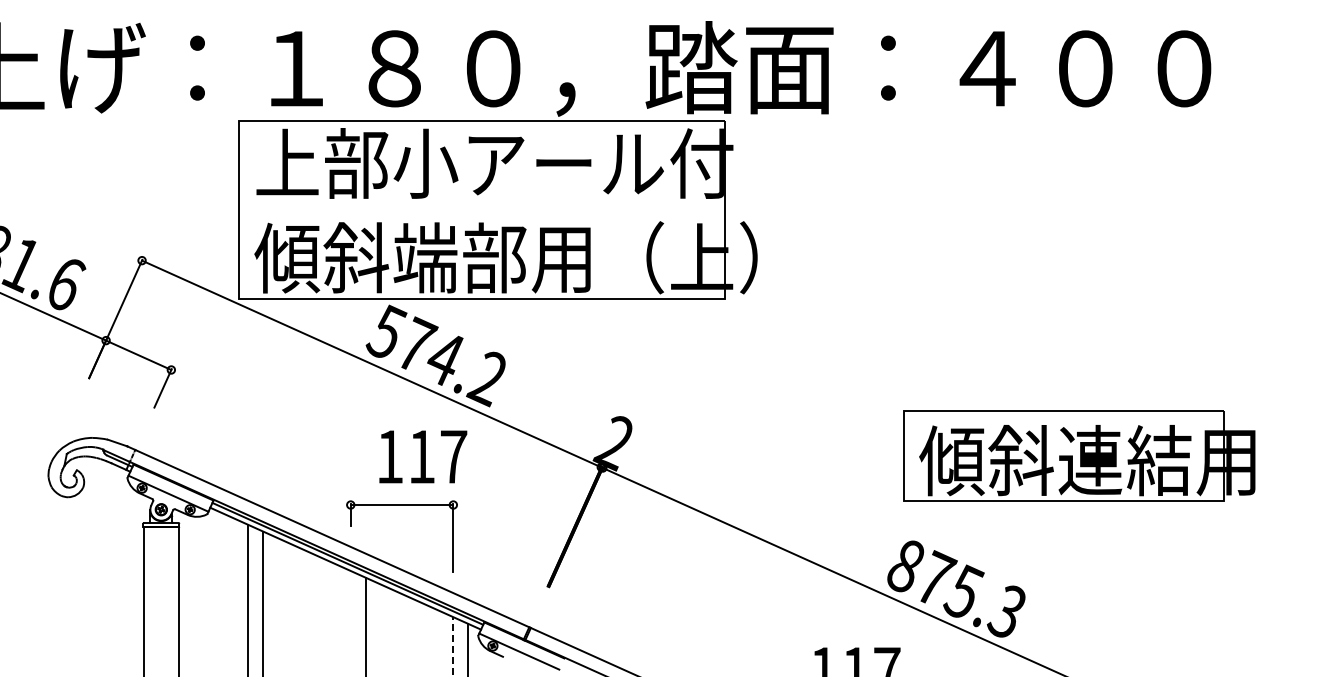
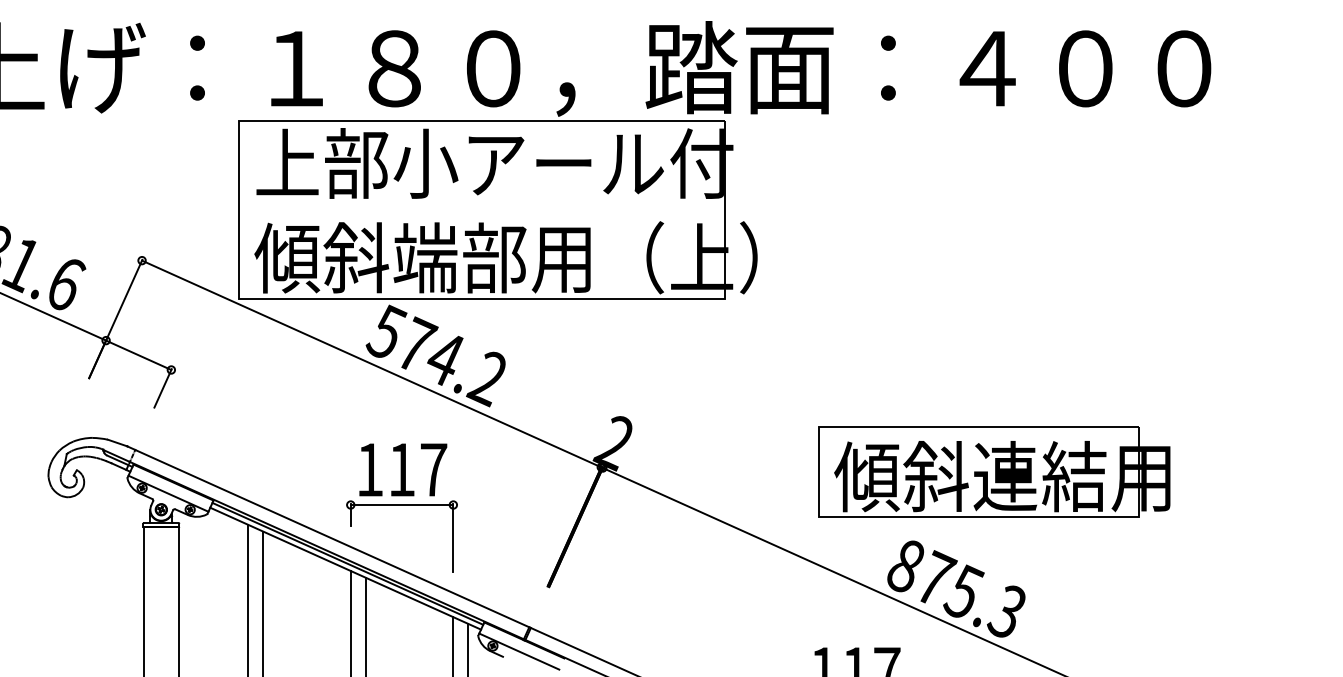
part at (1079, 455) position: (1079, 455) -> (994, 471)
text at (423, 456) position: (423, 456) -> (403, 469)
line at (350, 621): none -> present
line at (453, 647): dashed -> solid
